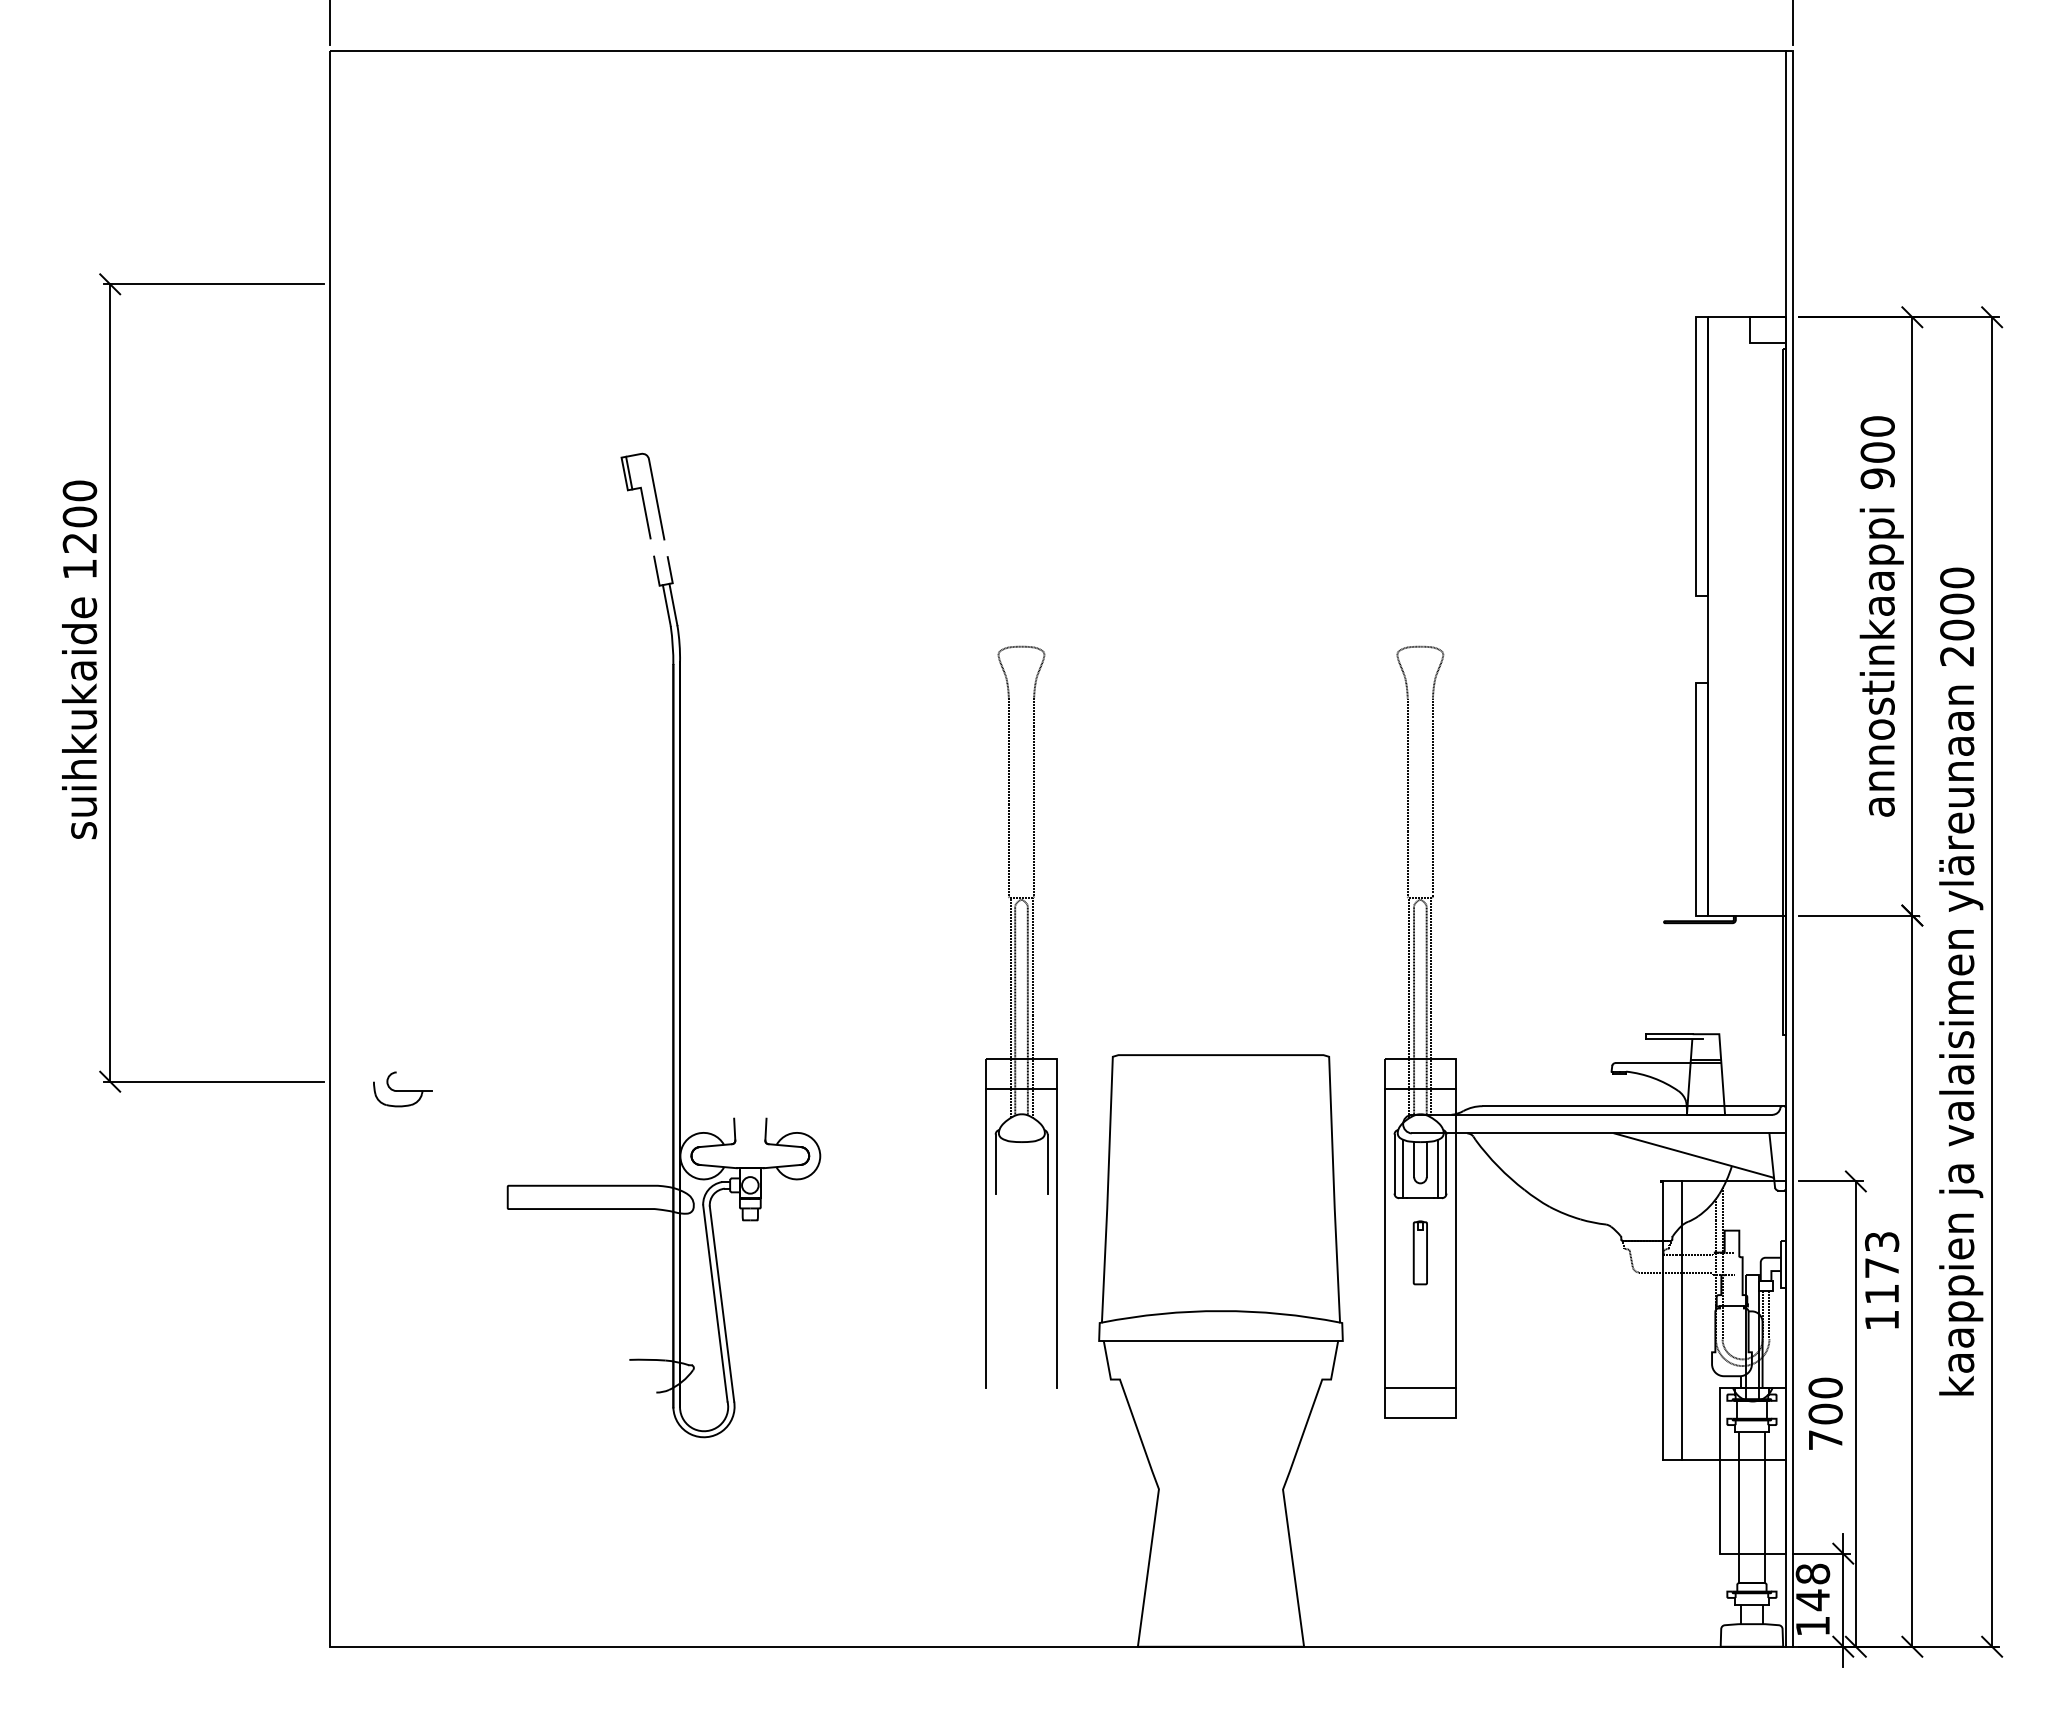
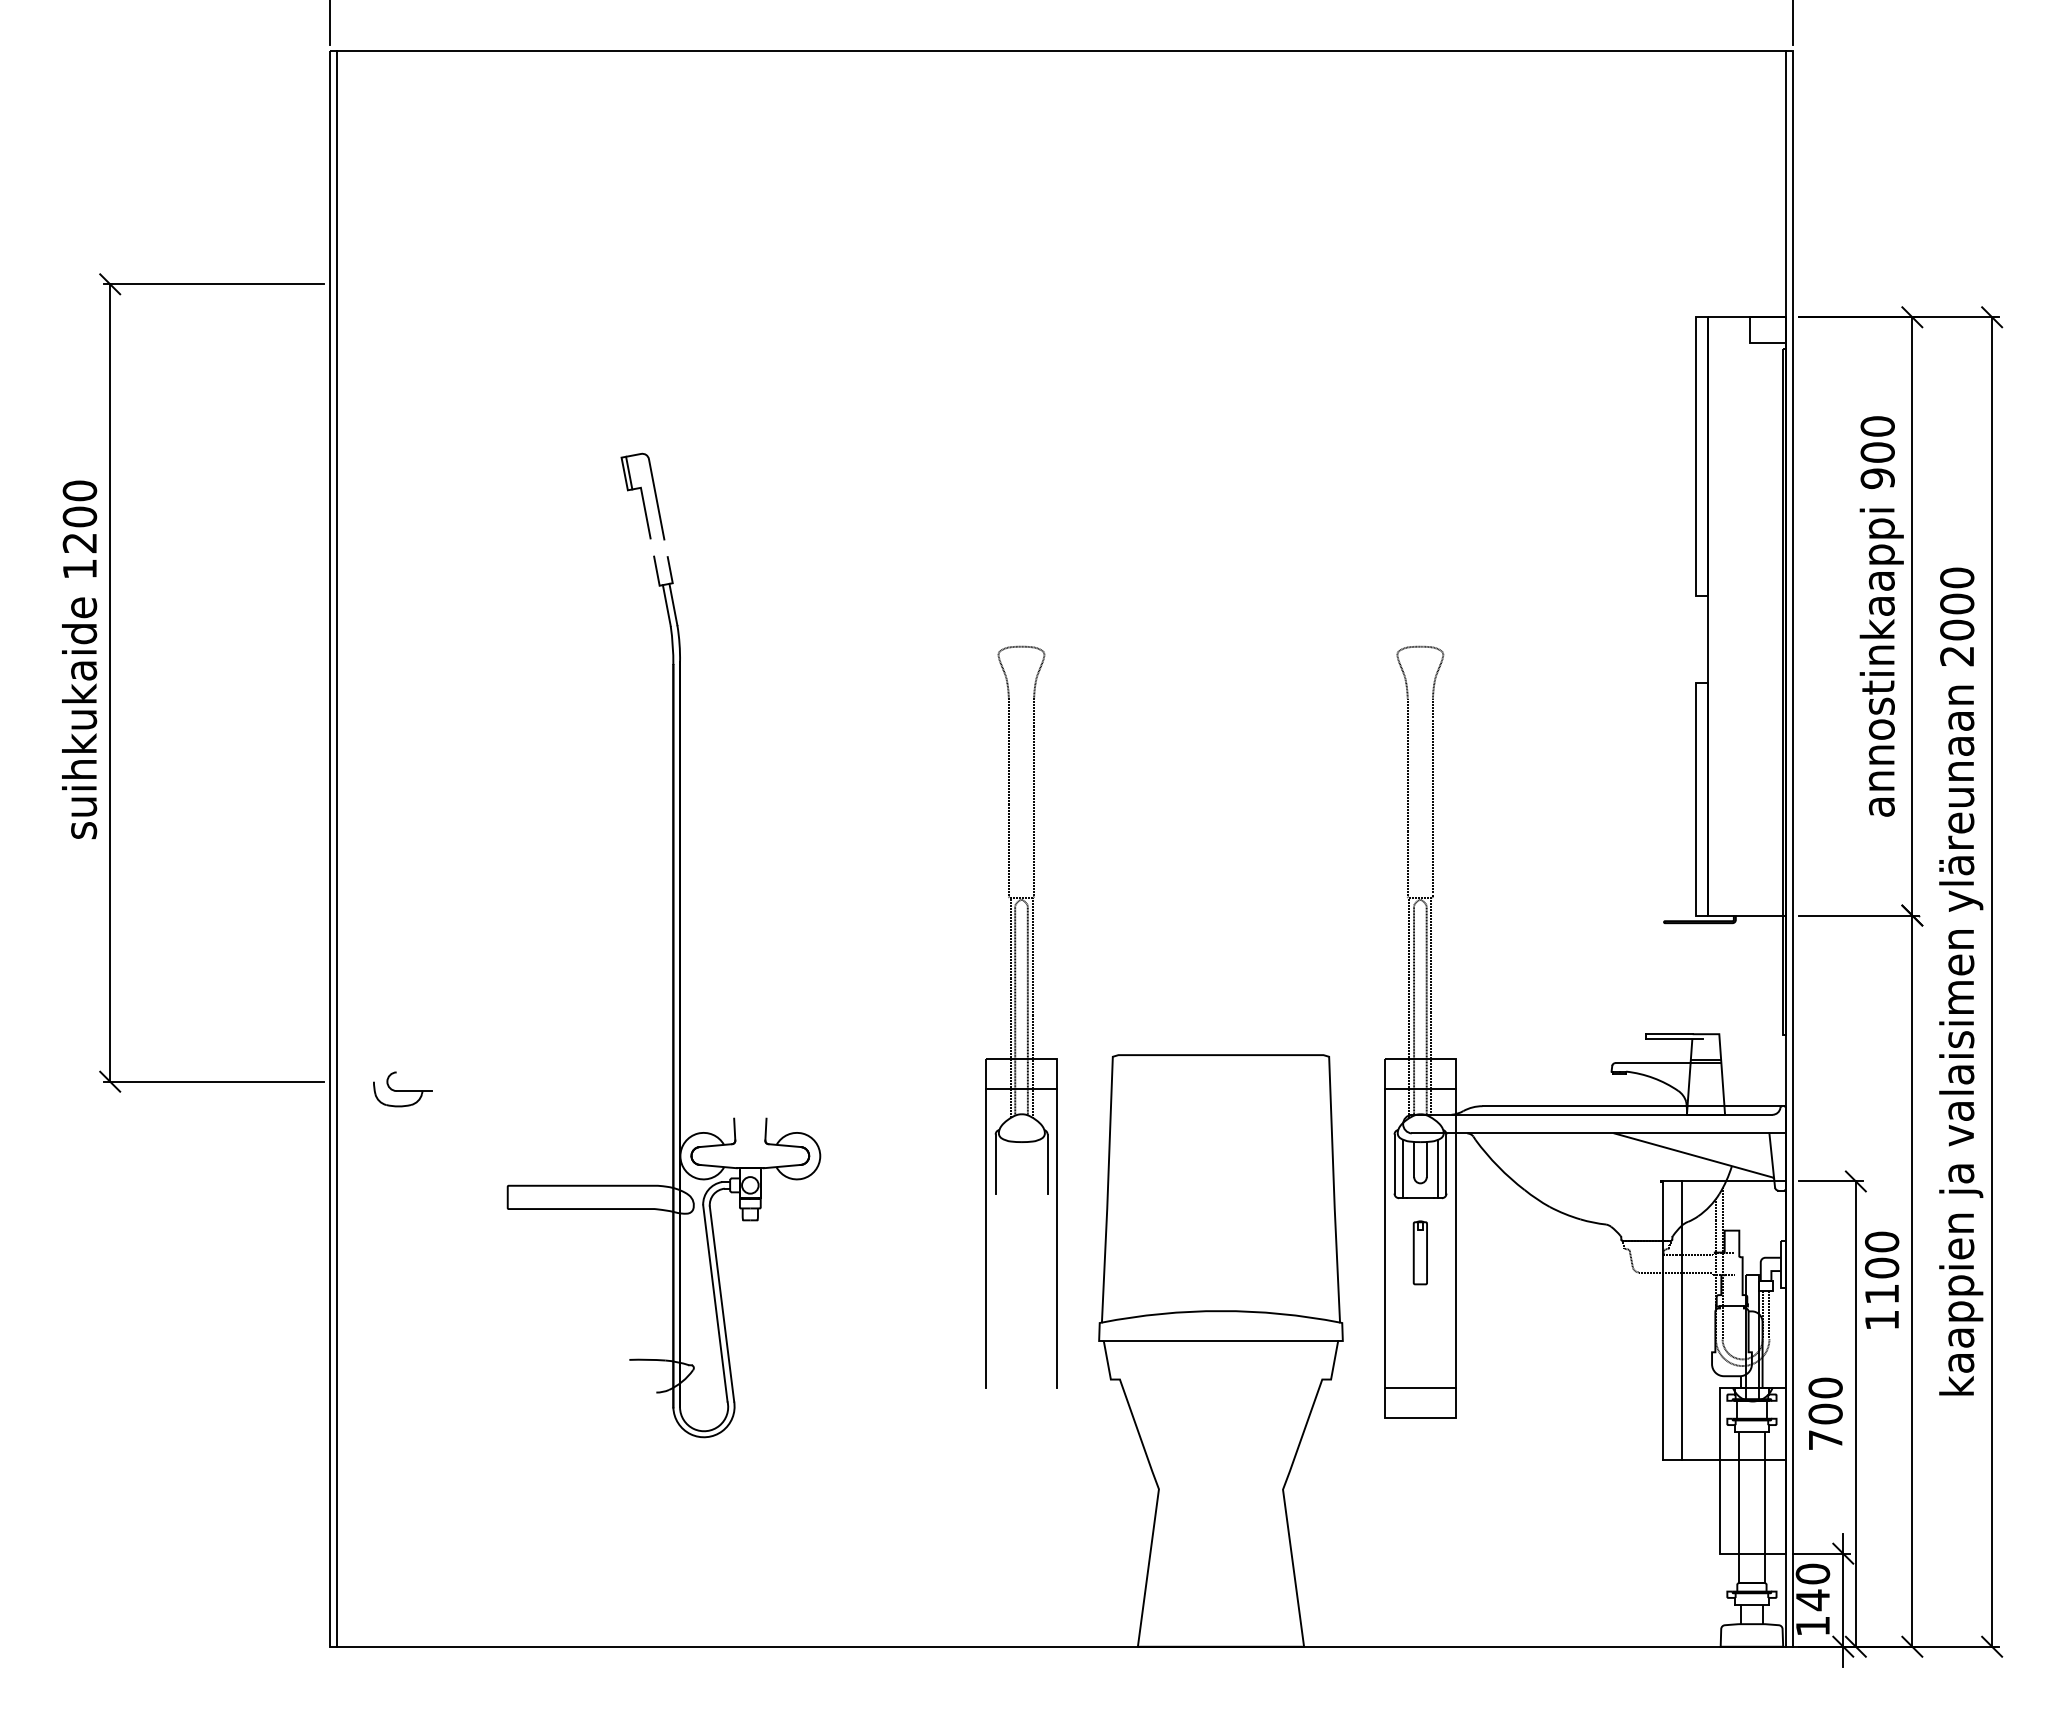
line at (336, 848): none -> present
text at (1881, 1254): 1173 -> 1100
text at (1812, 1573): 148 -> 140
